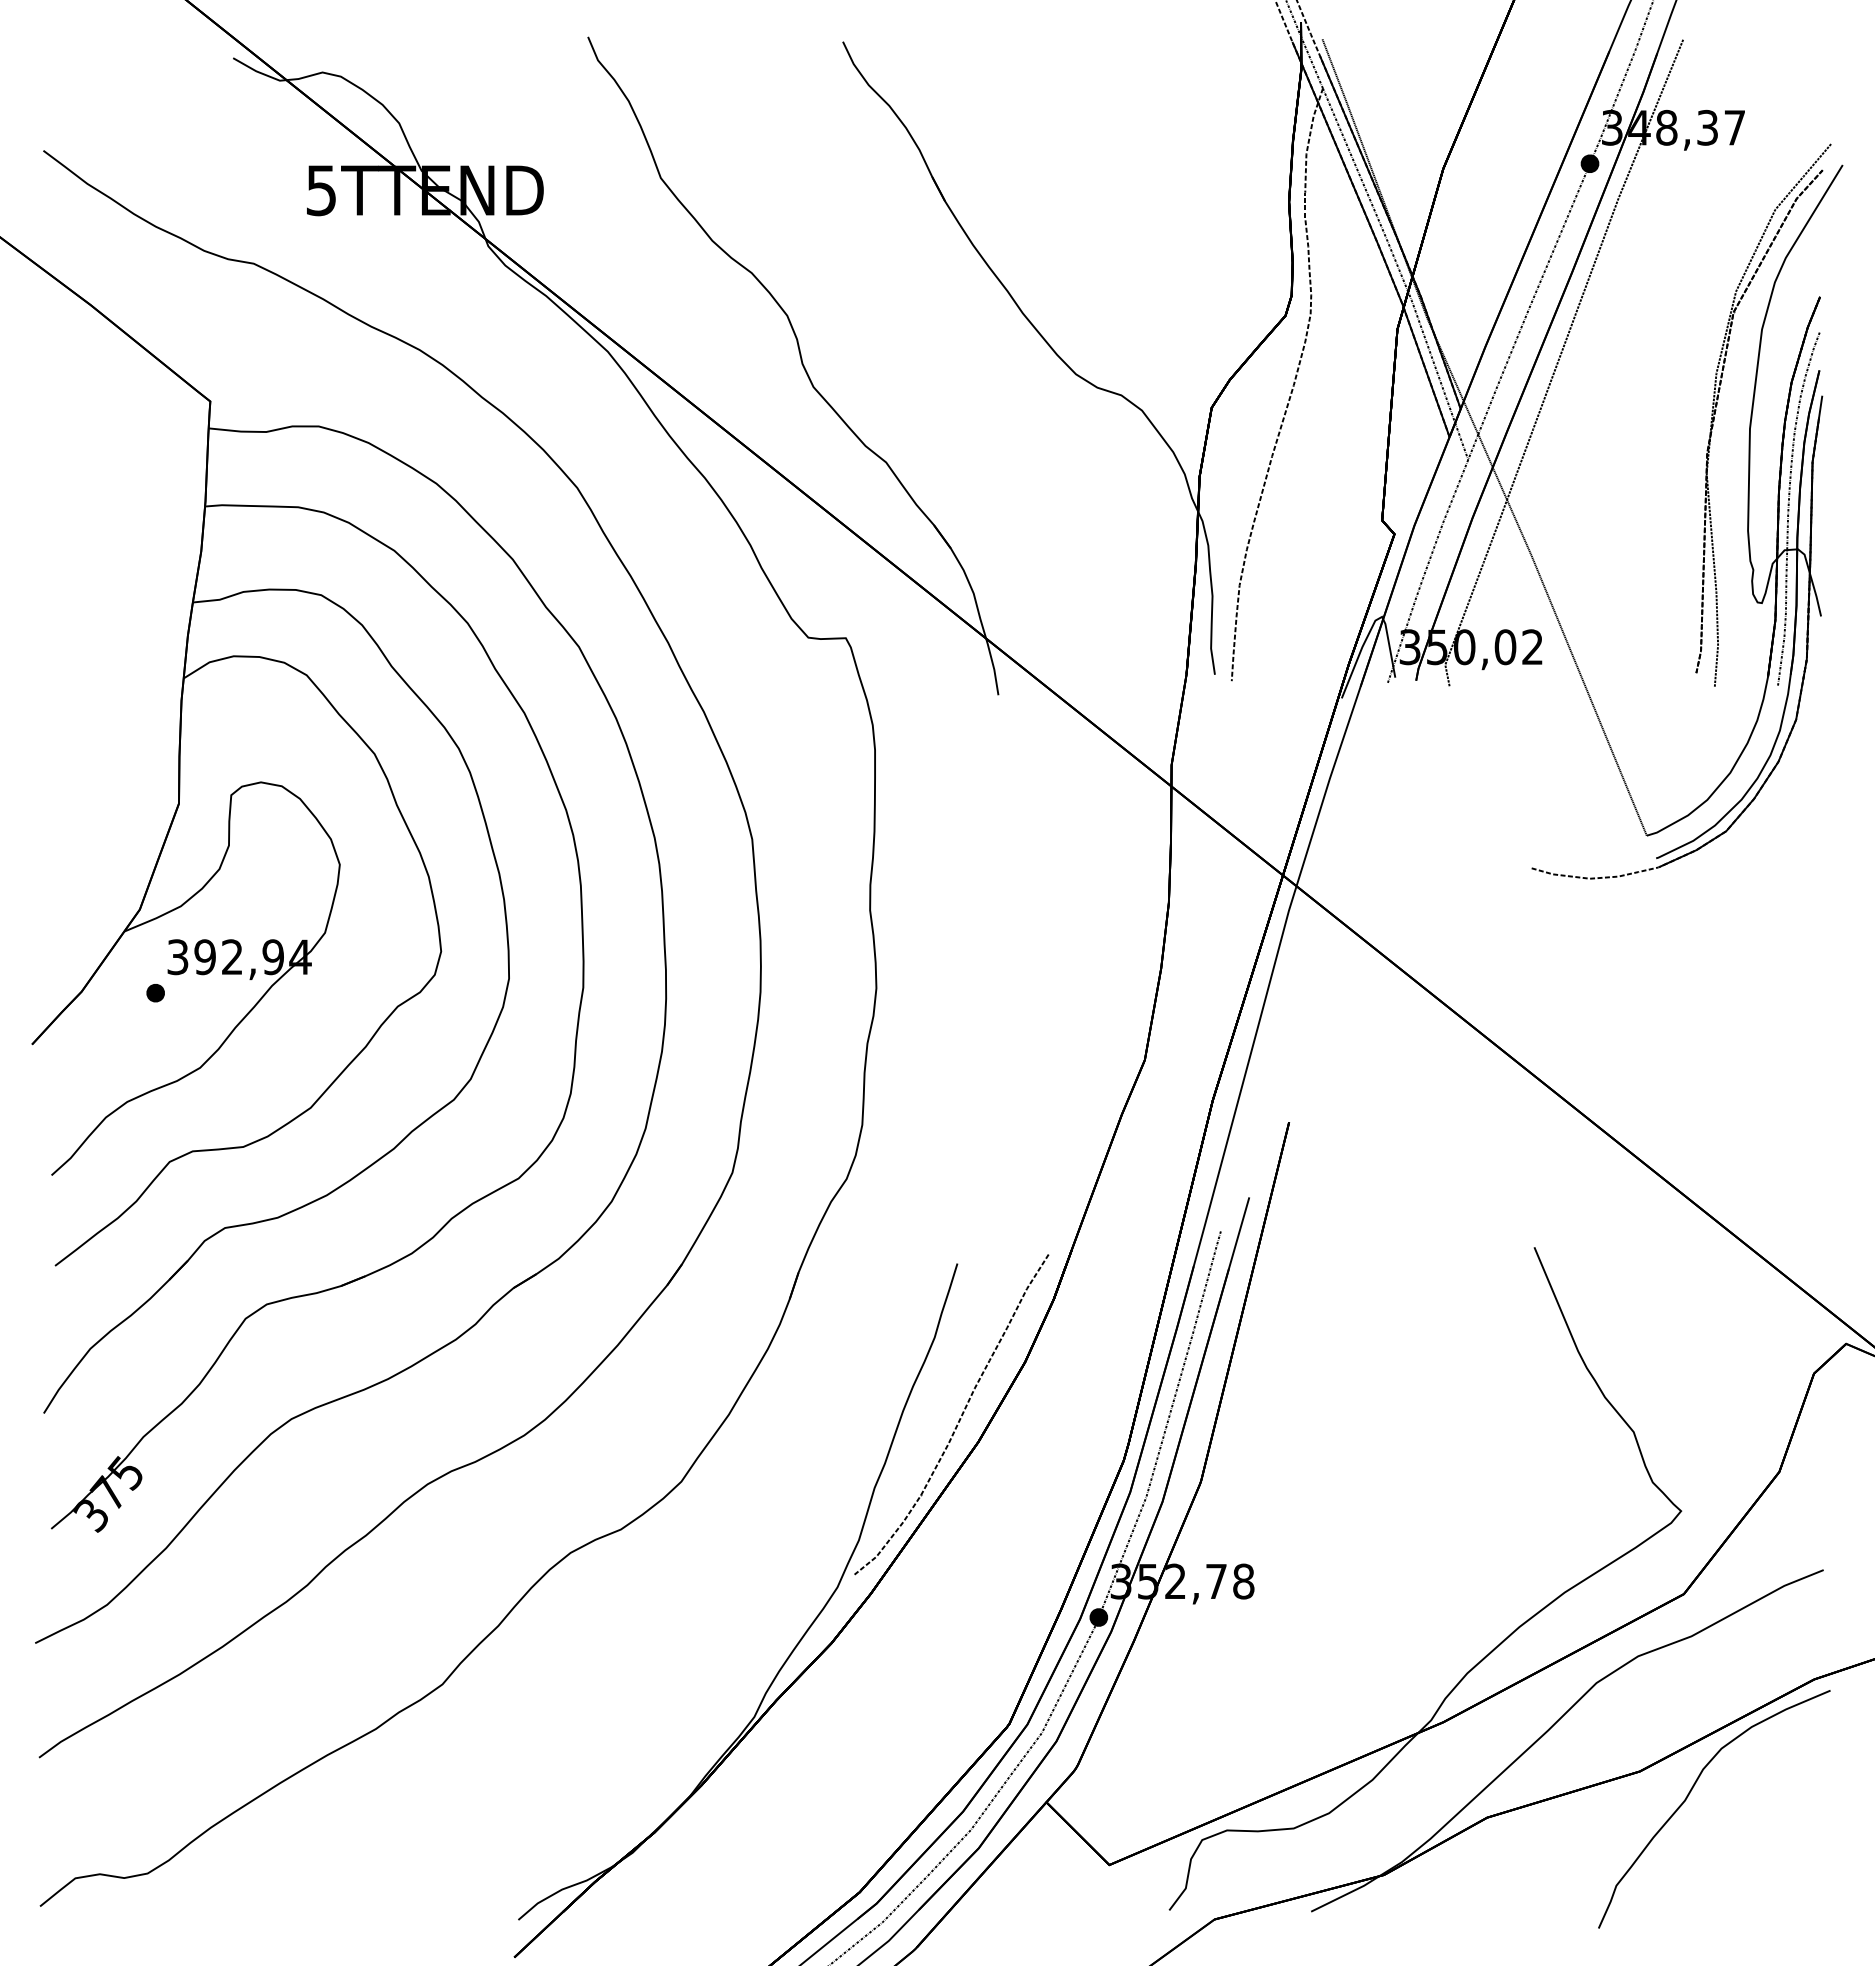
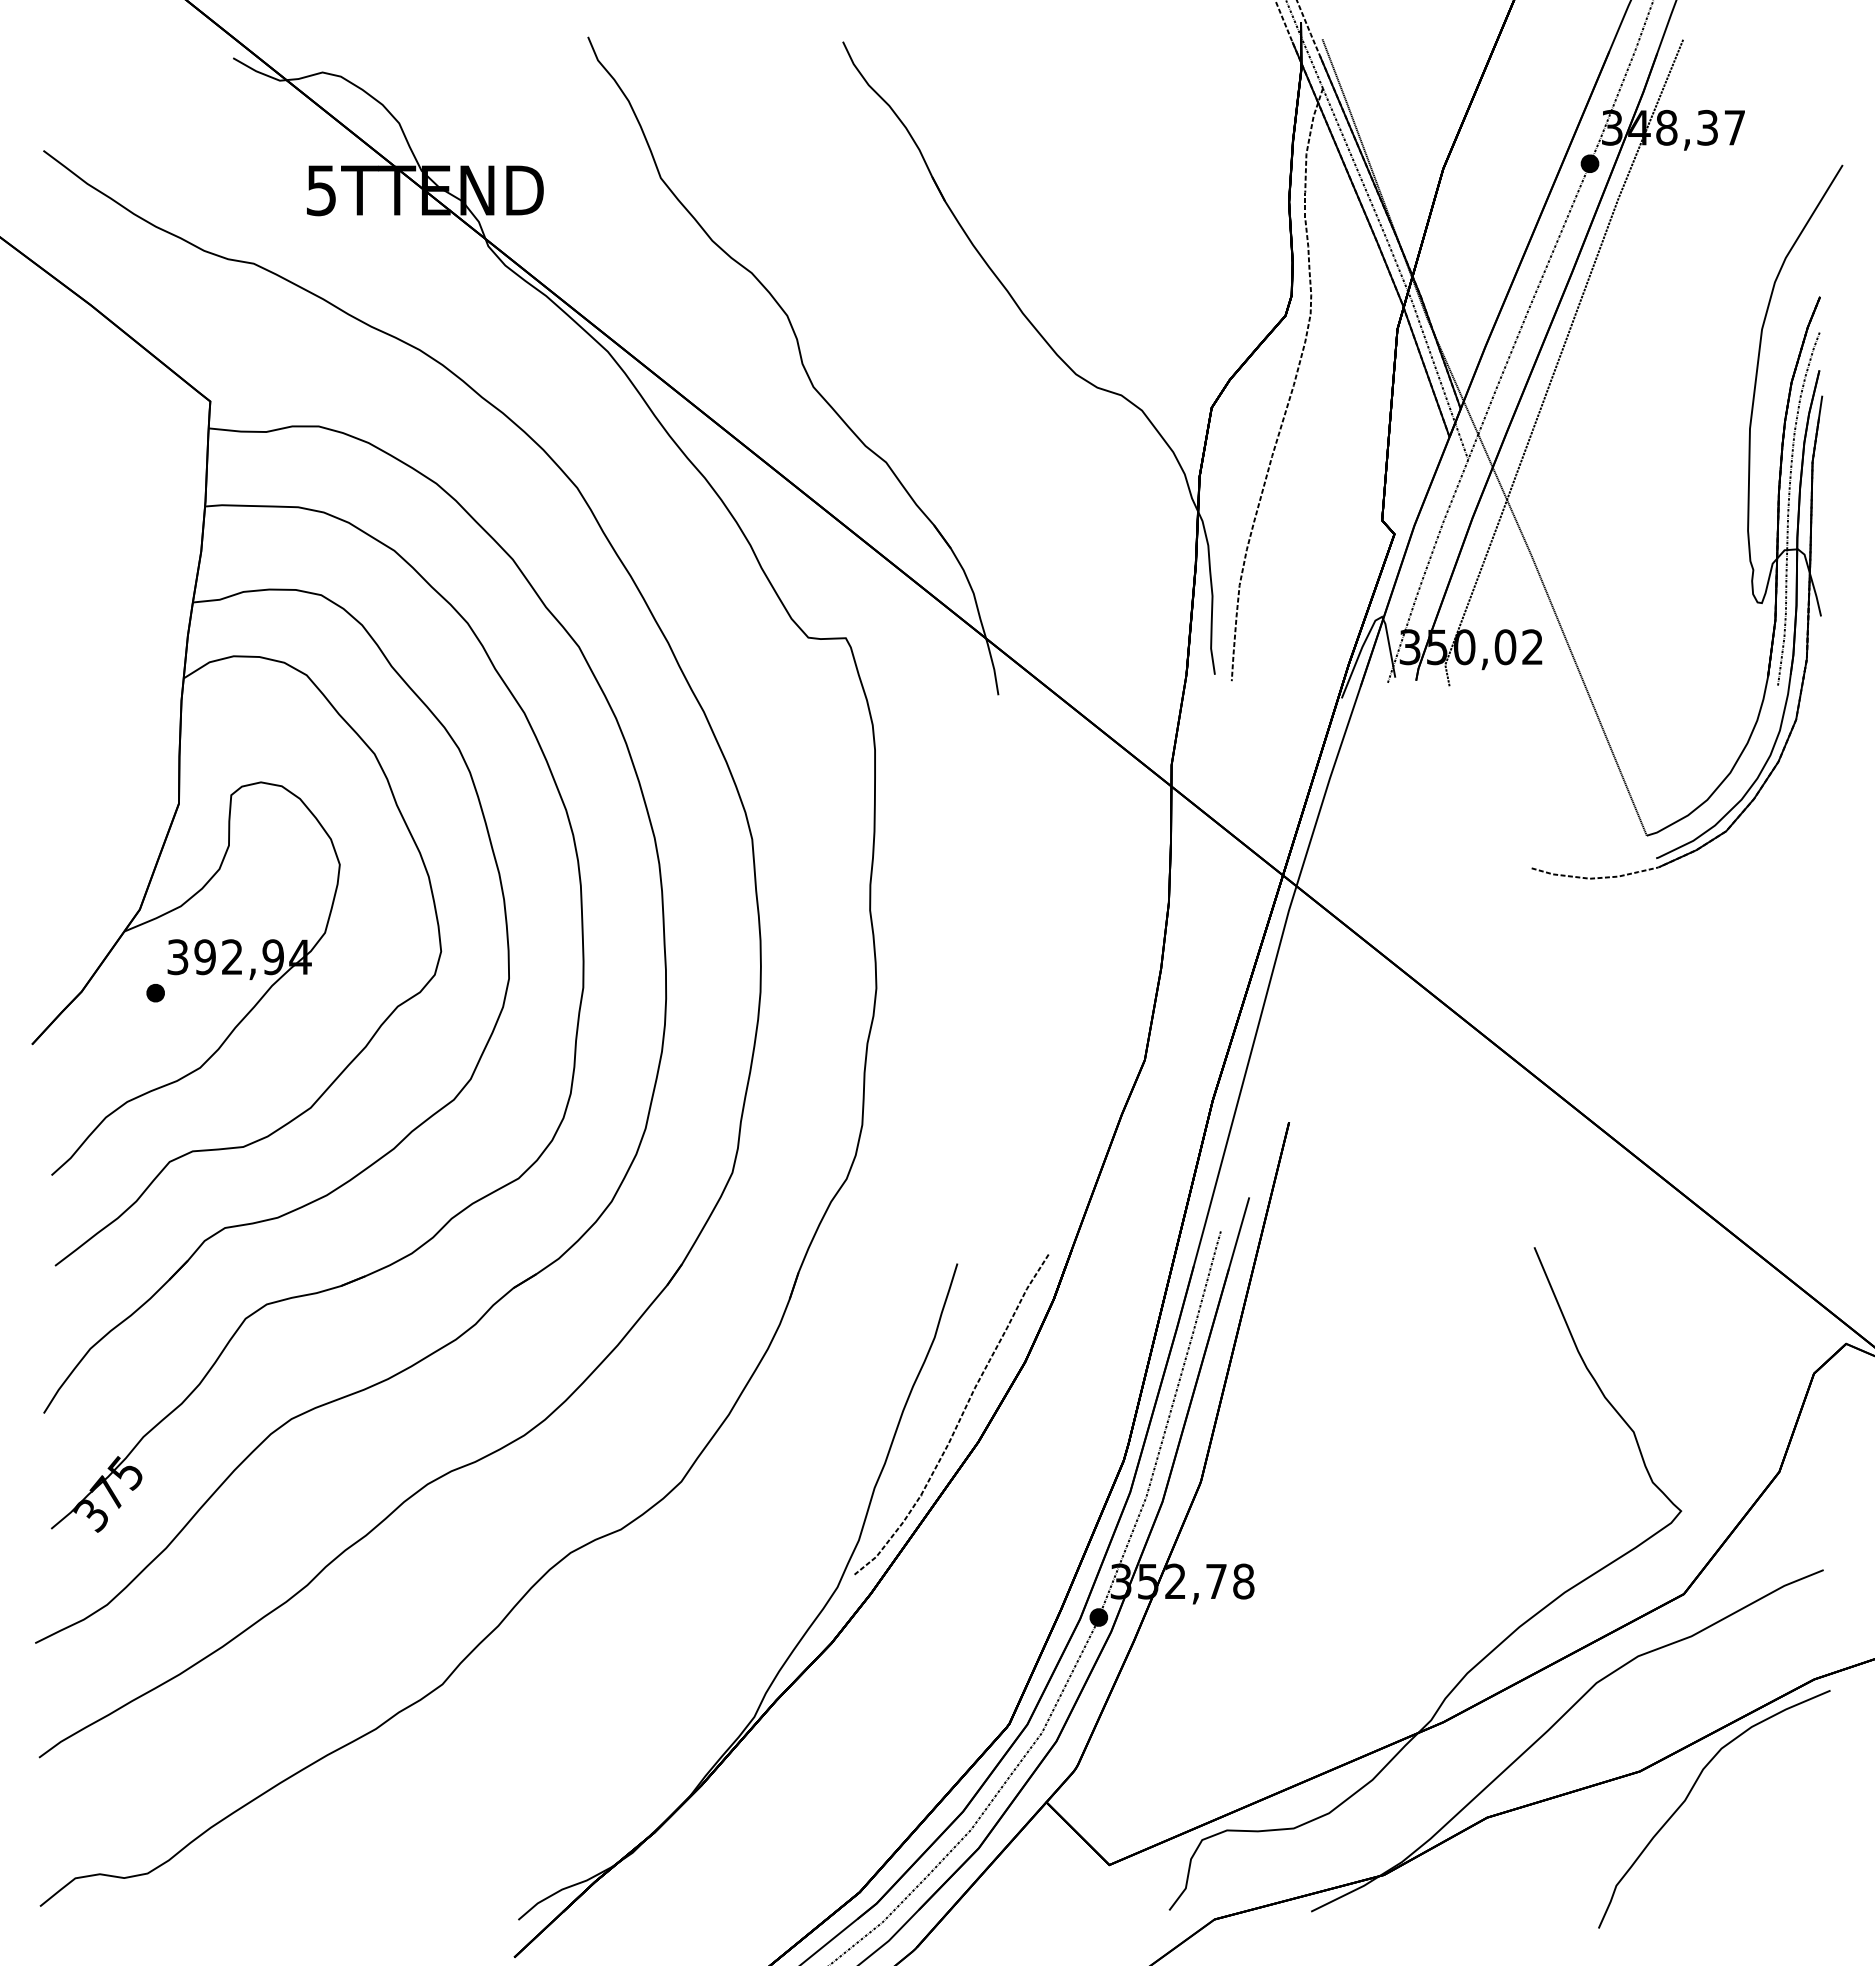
part at (1717, 405): present -> none
